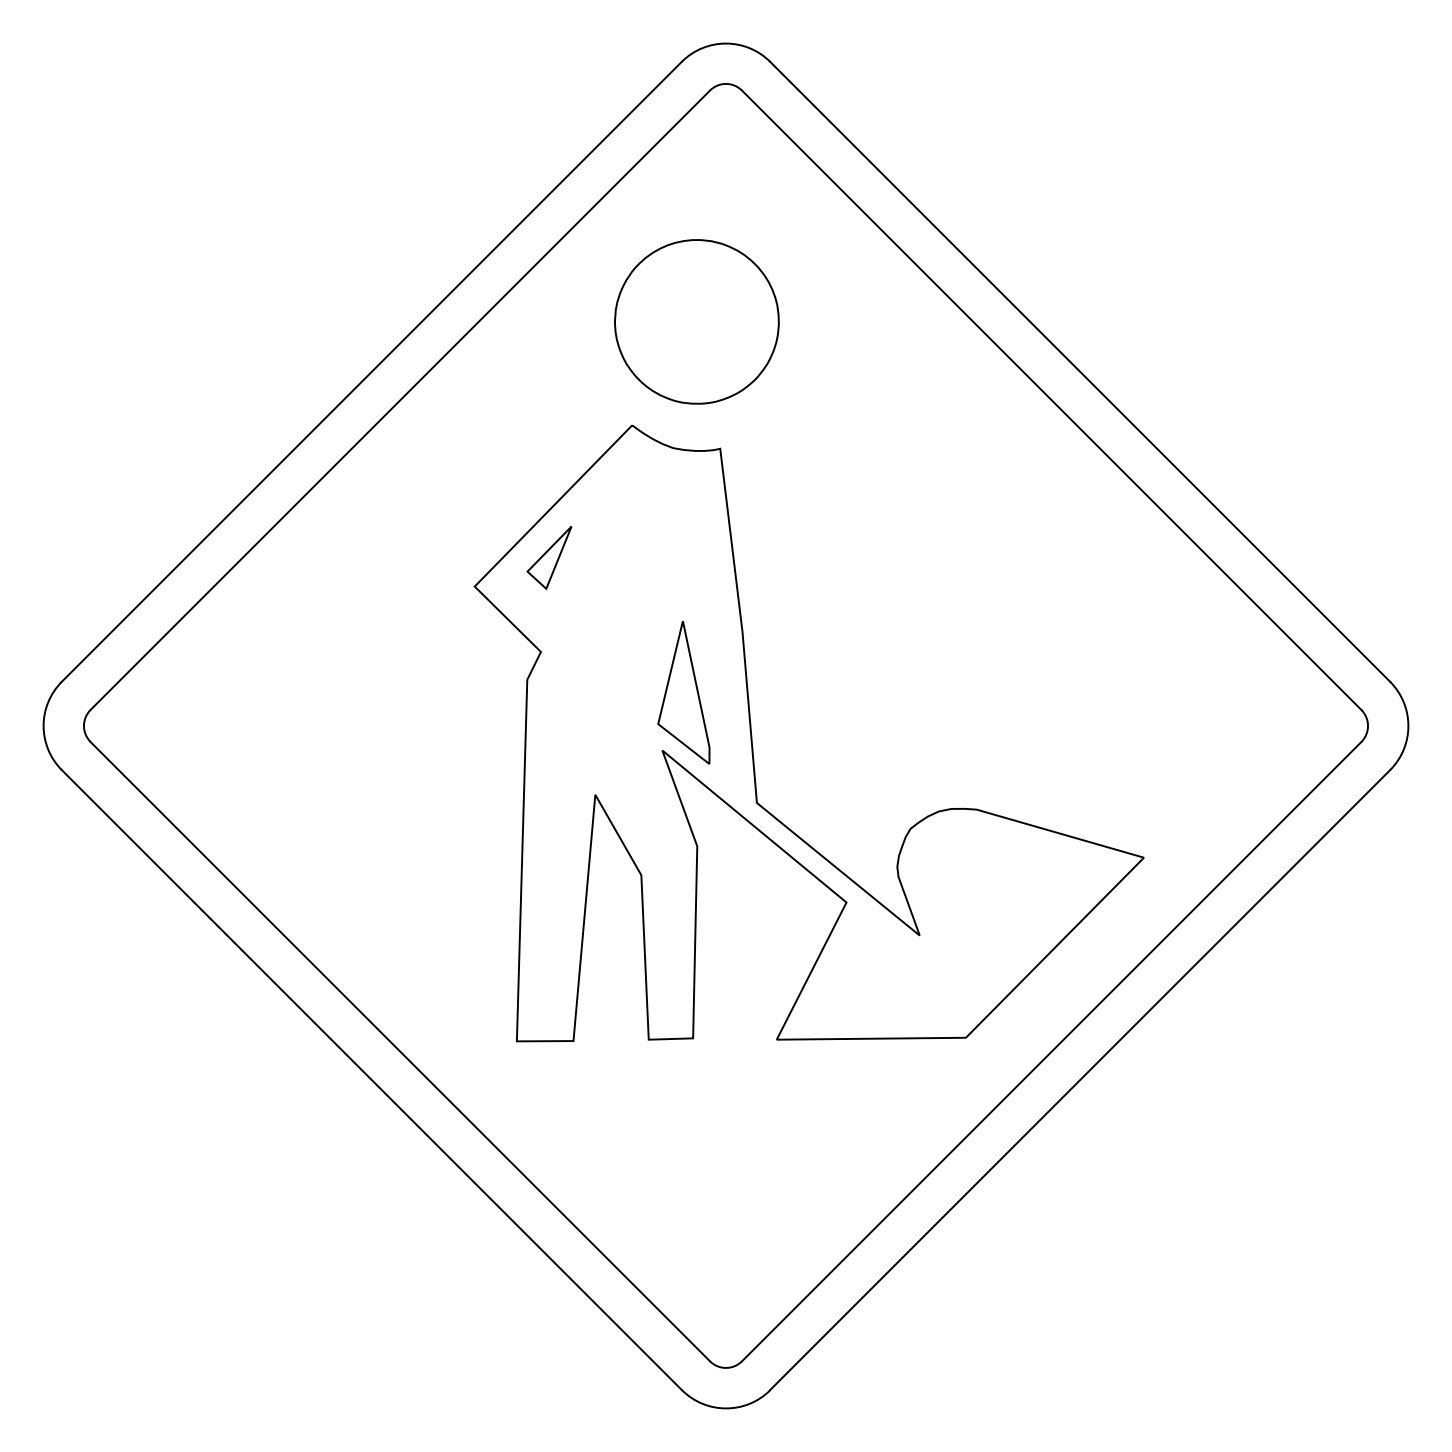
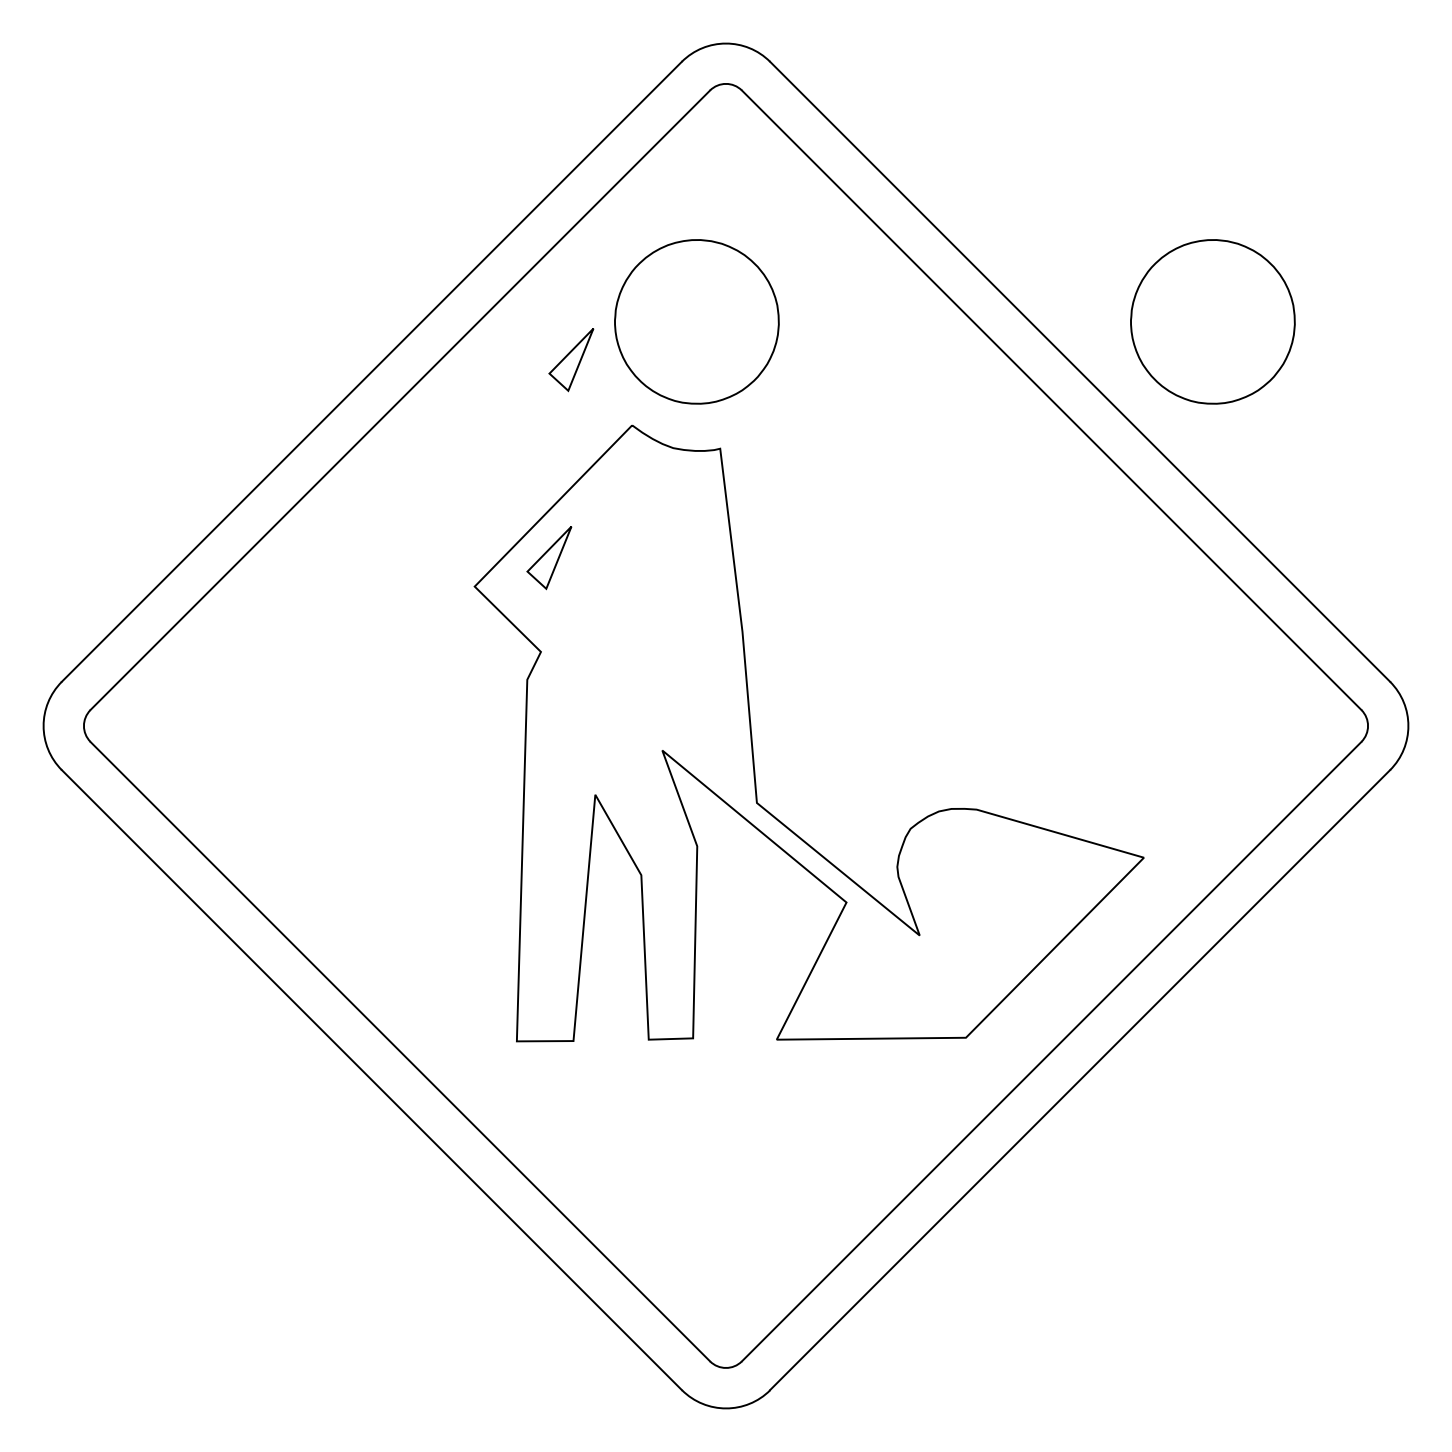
part at (1212, 321): none -> present
part at (571, 360): none -> present
part at (683, 692): present -> none
